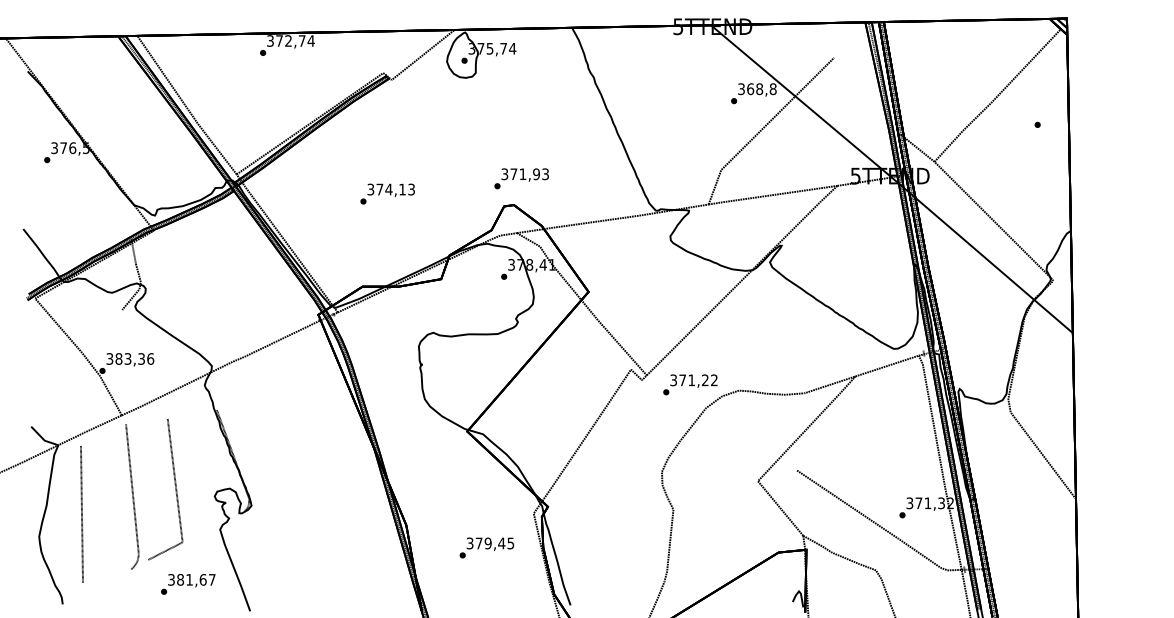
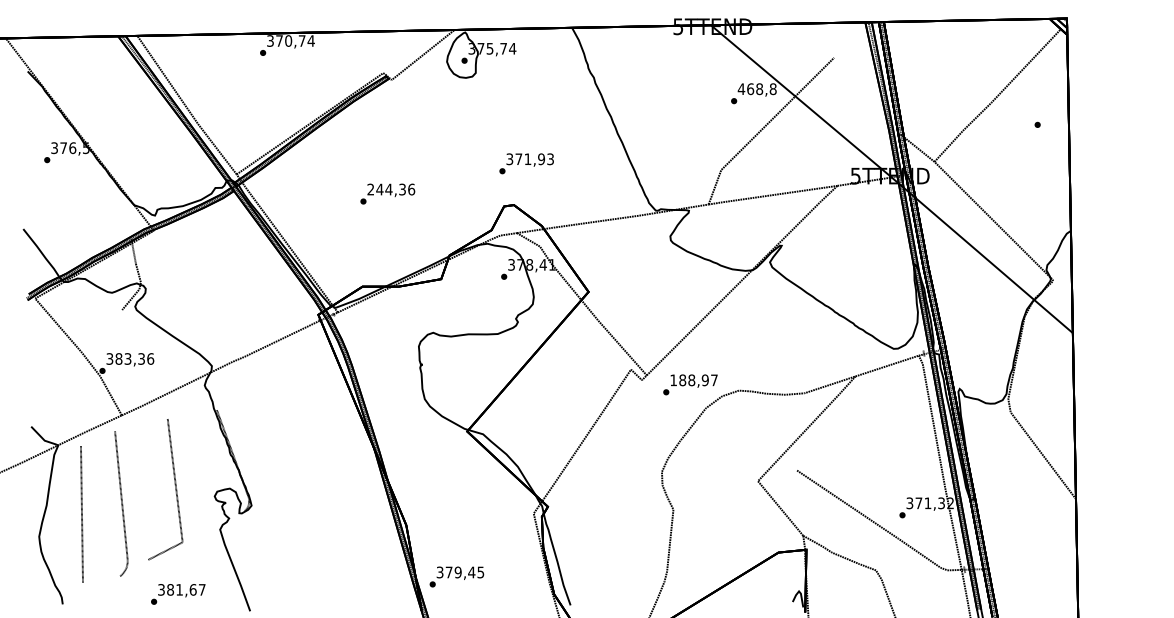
text at (288, 40): 372,74 -> 370,74
text at (741, 89): 368,8 -> 468,8
text at (521, 178) position: (521, 178) -> (526, 163)
text at (391, 189): 374,13 -> 244,36
text at (693, 380): 371,22 -> 188,97
curve at (132, 496) position: (132, 496) -> (121, 503)
text at (486, 547) position: (486, 547) -> (456, 576)
text at (188, 584) position: (188, 584) -> (178, 594)
